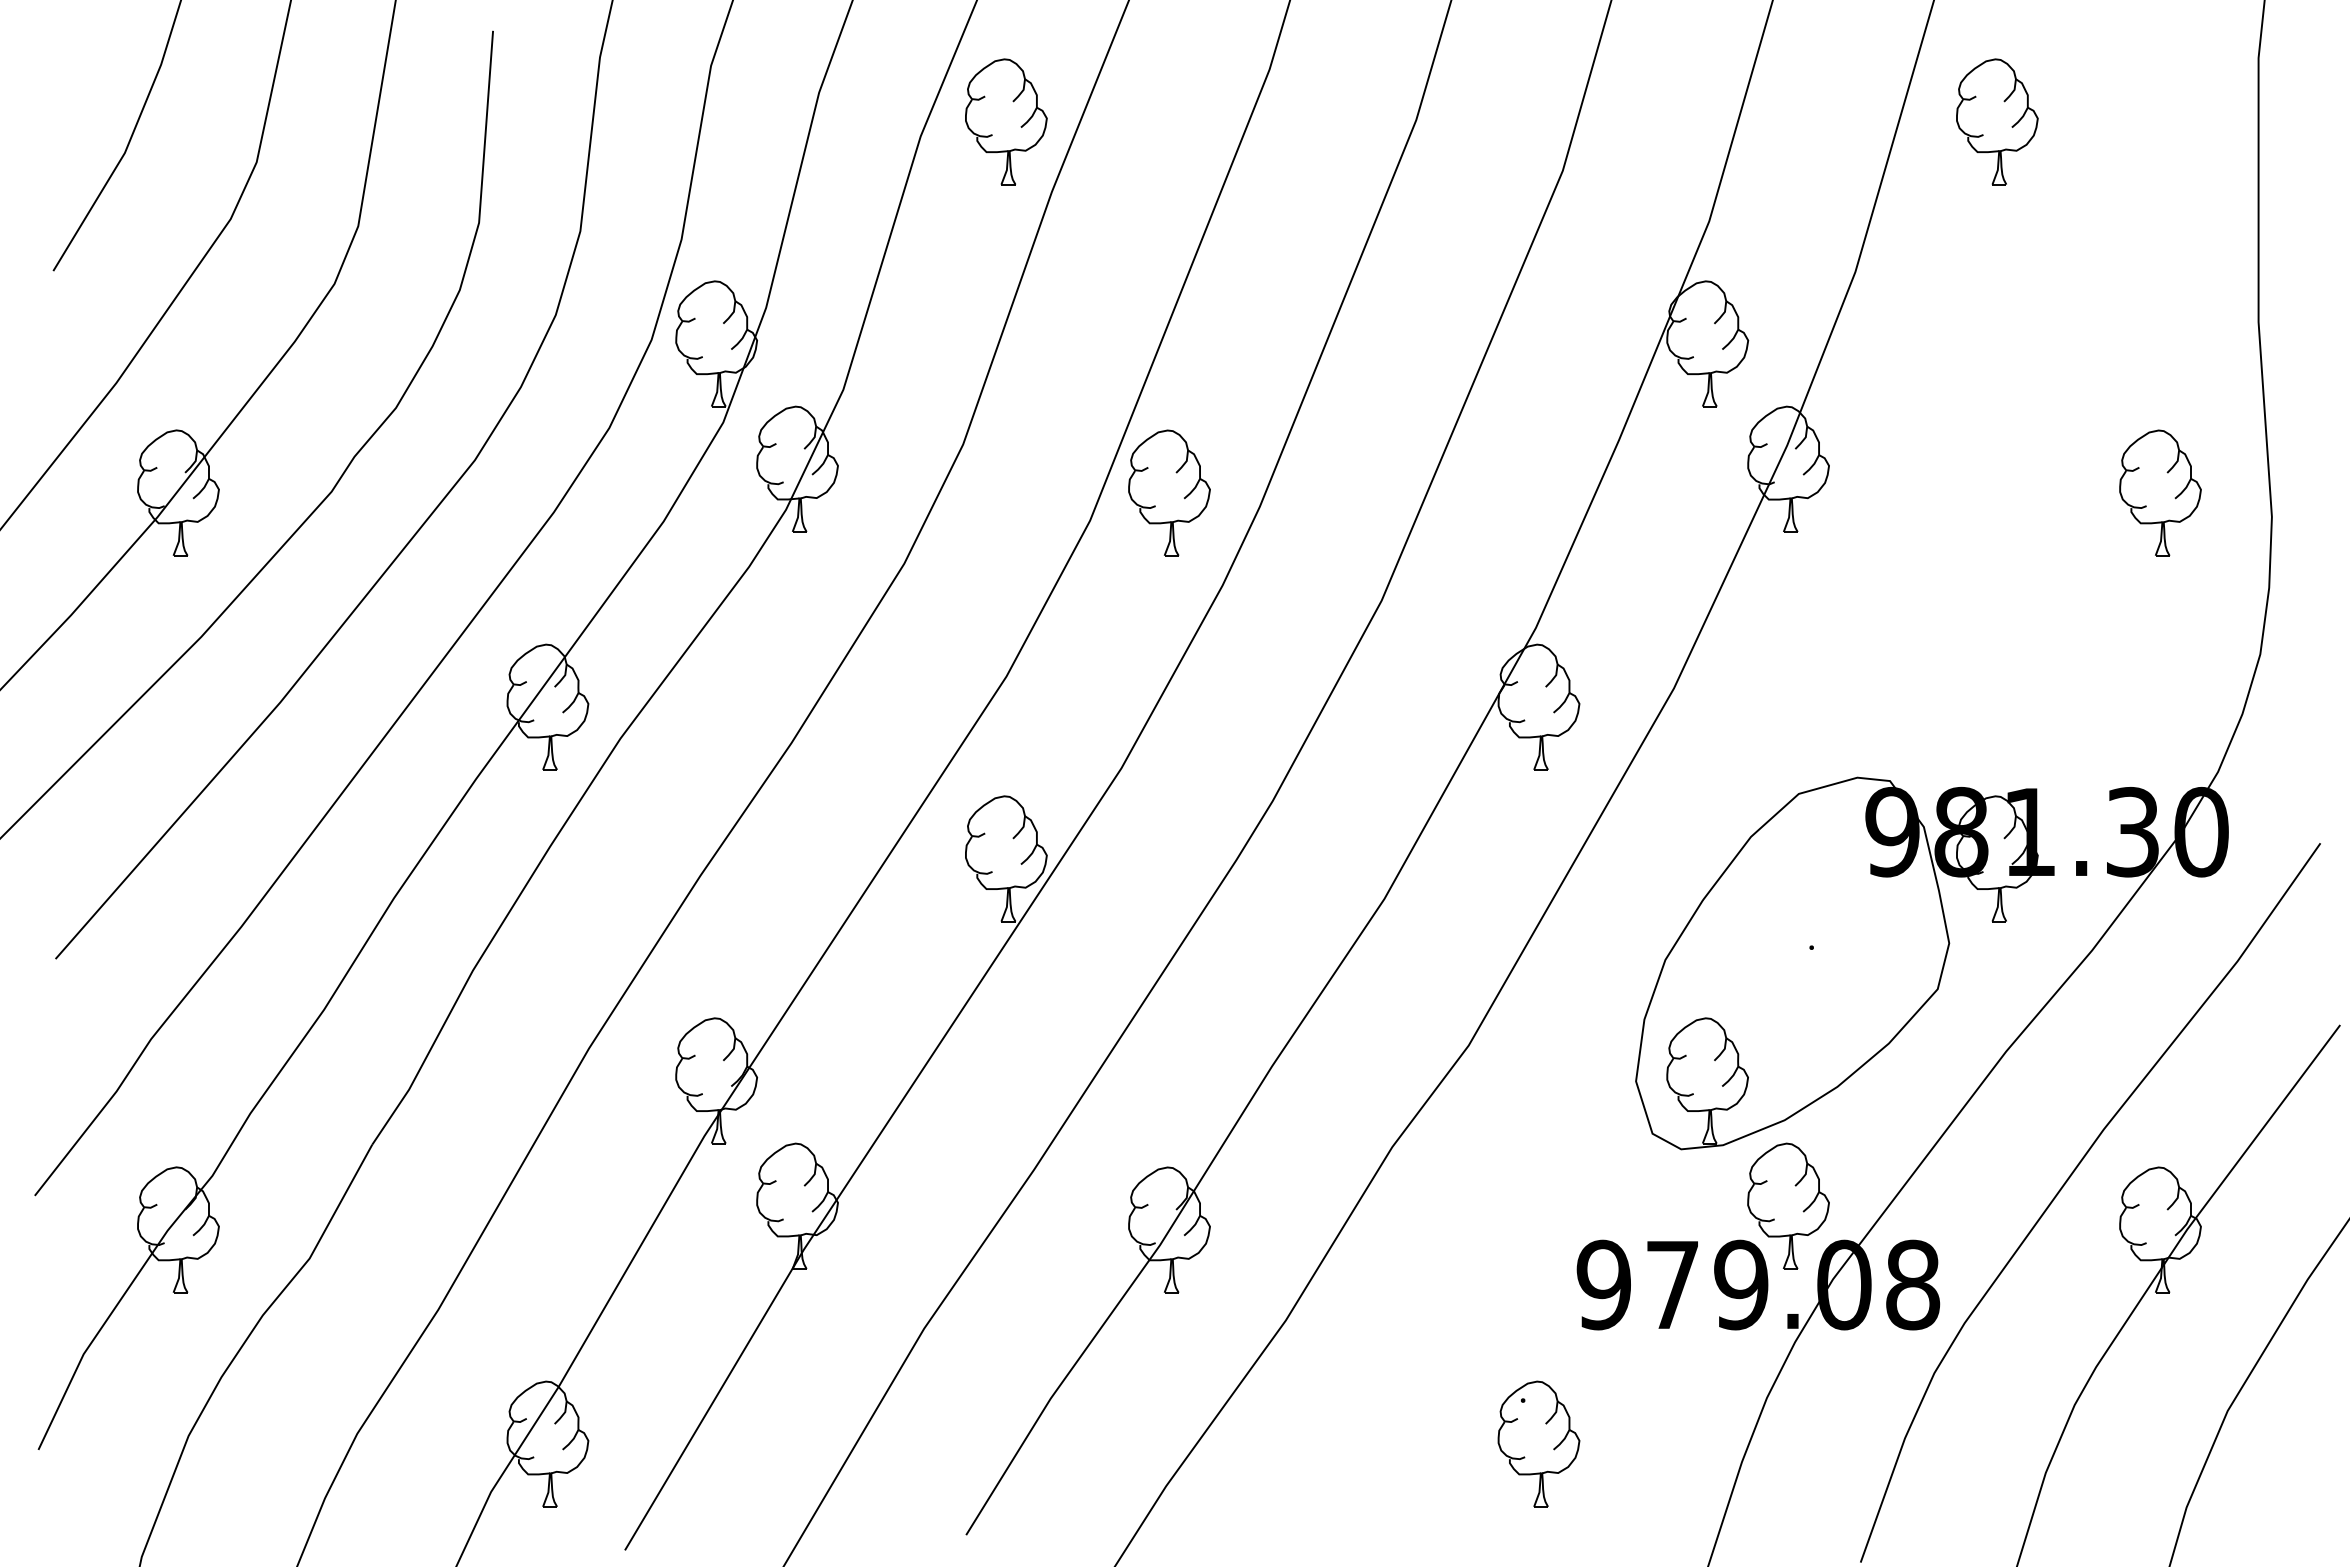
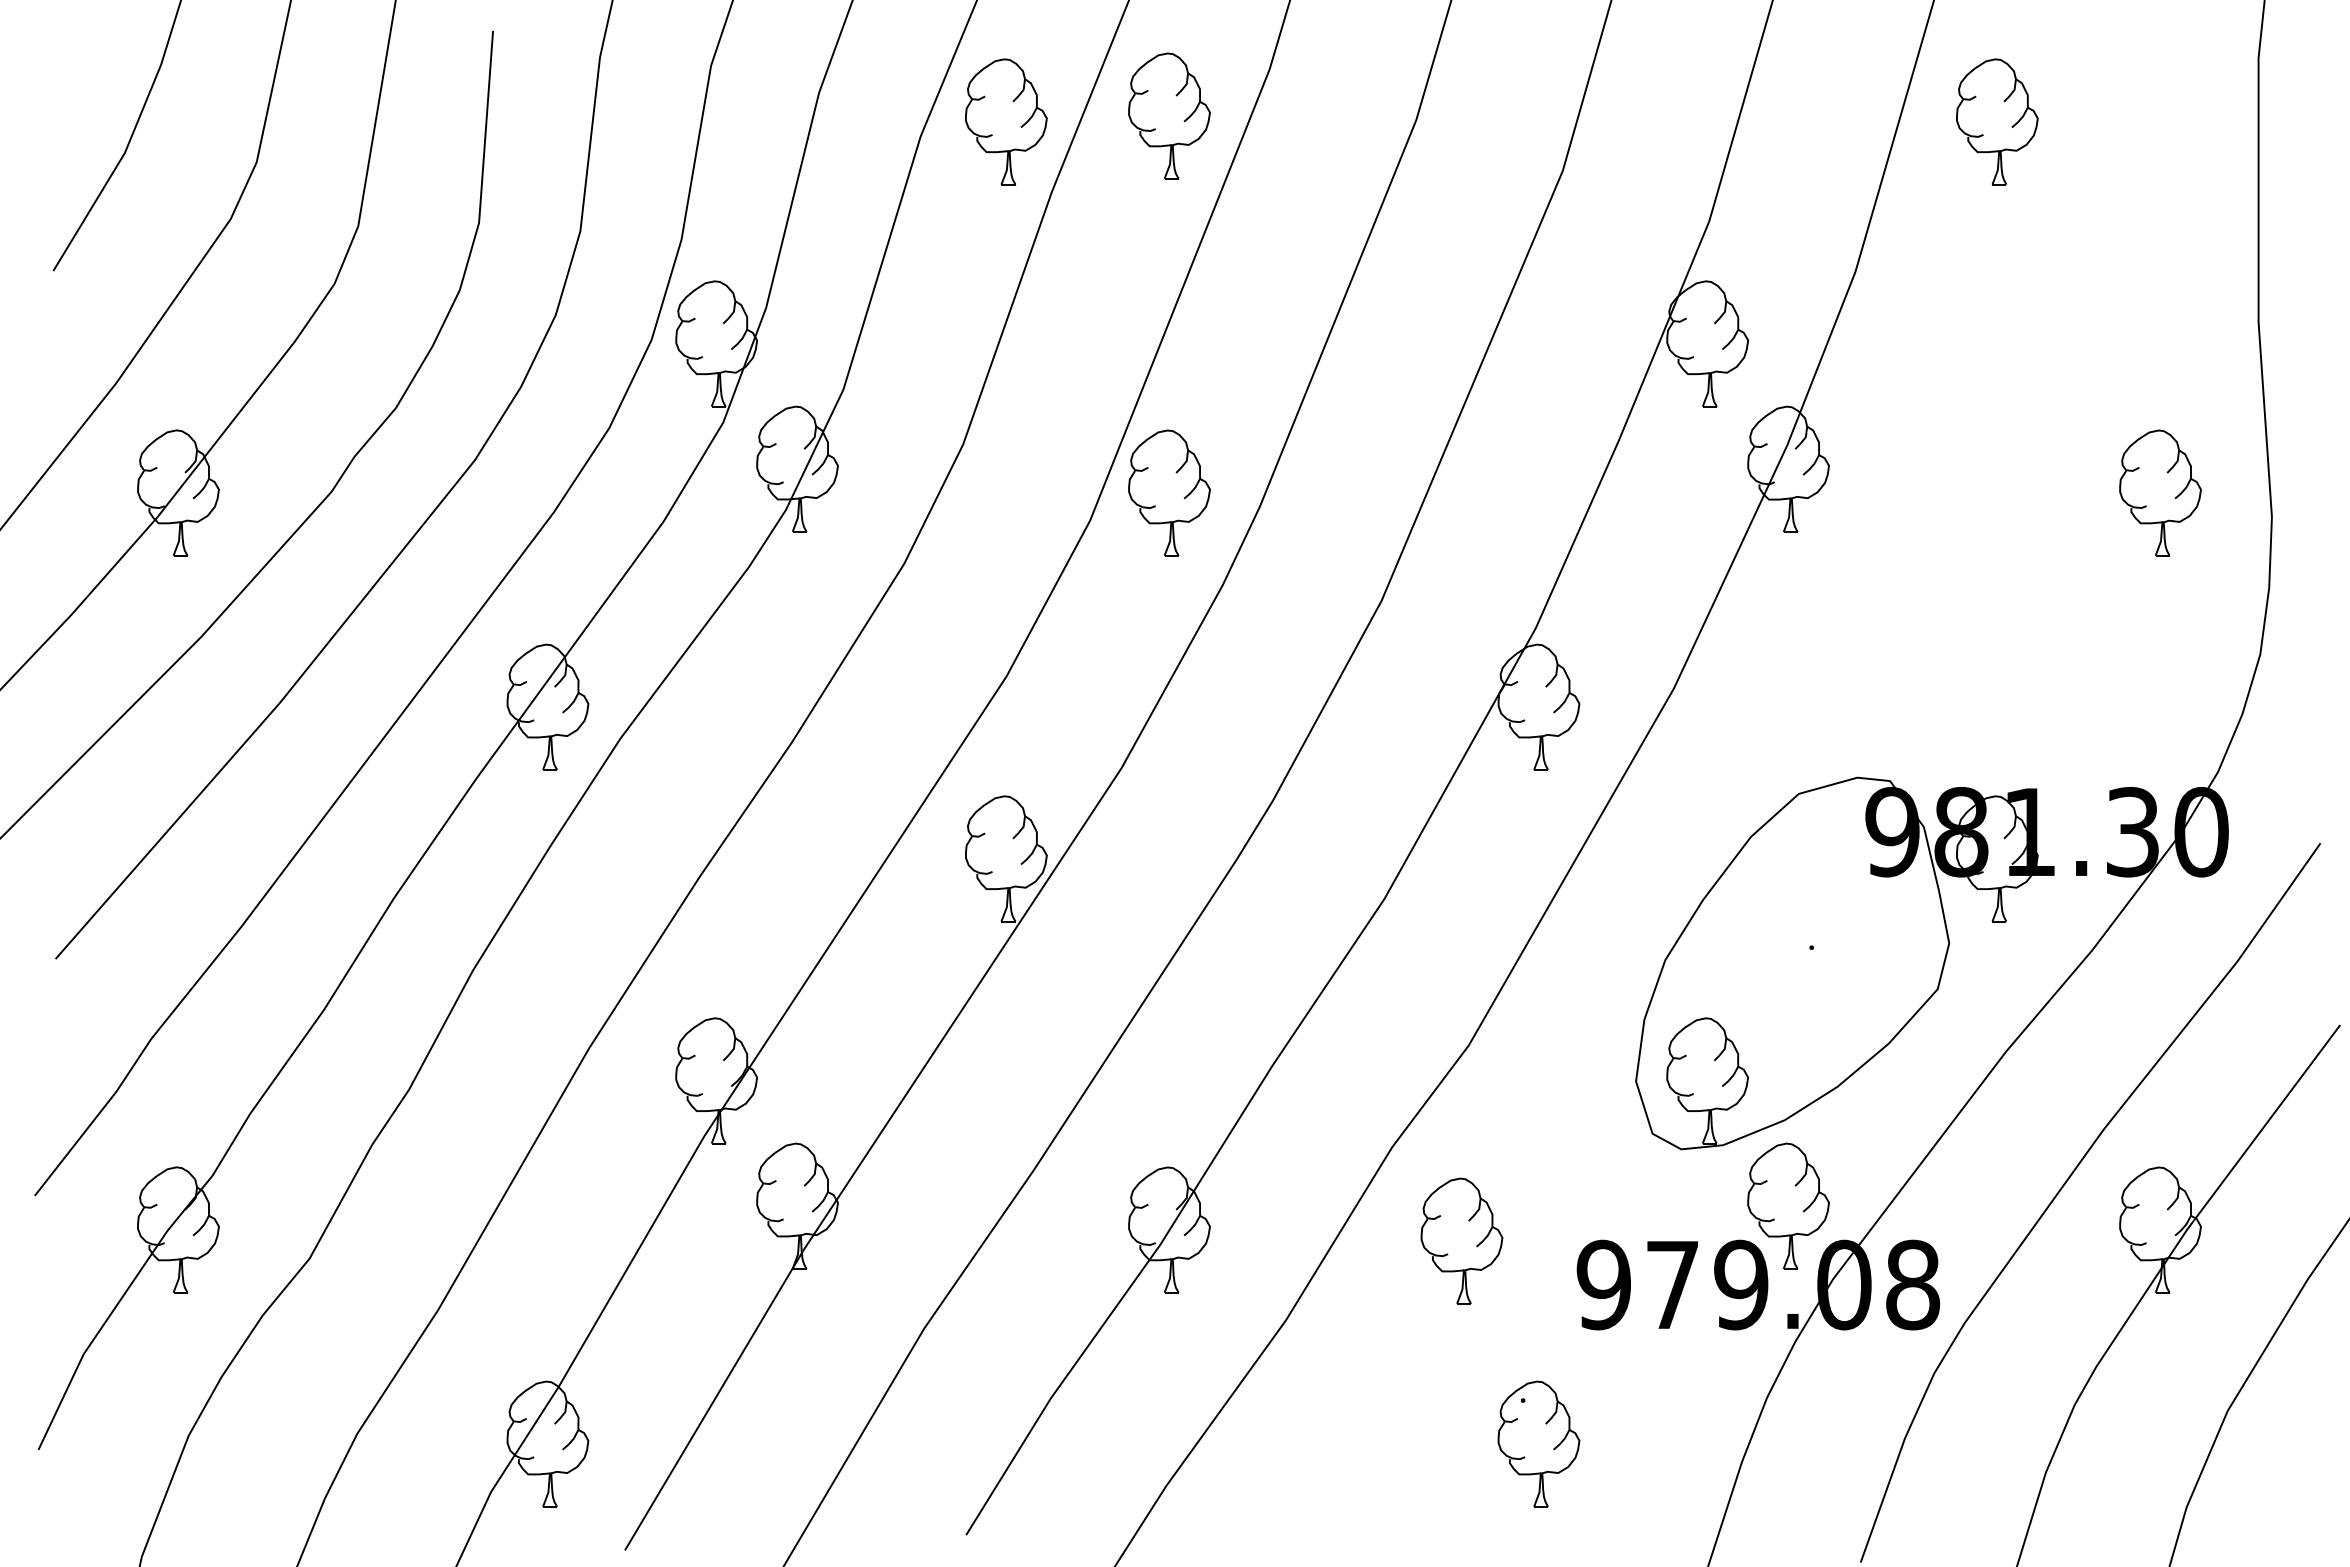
part at (1169, 115): none -> present
part at (1461, 1240): none -> present
